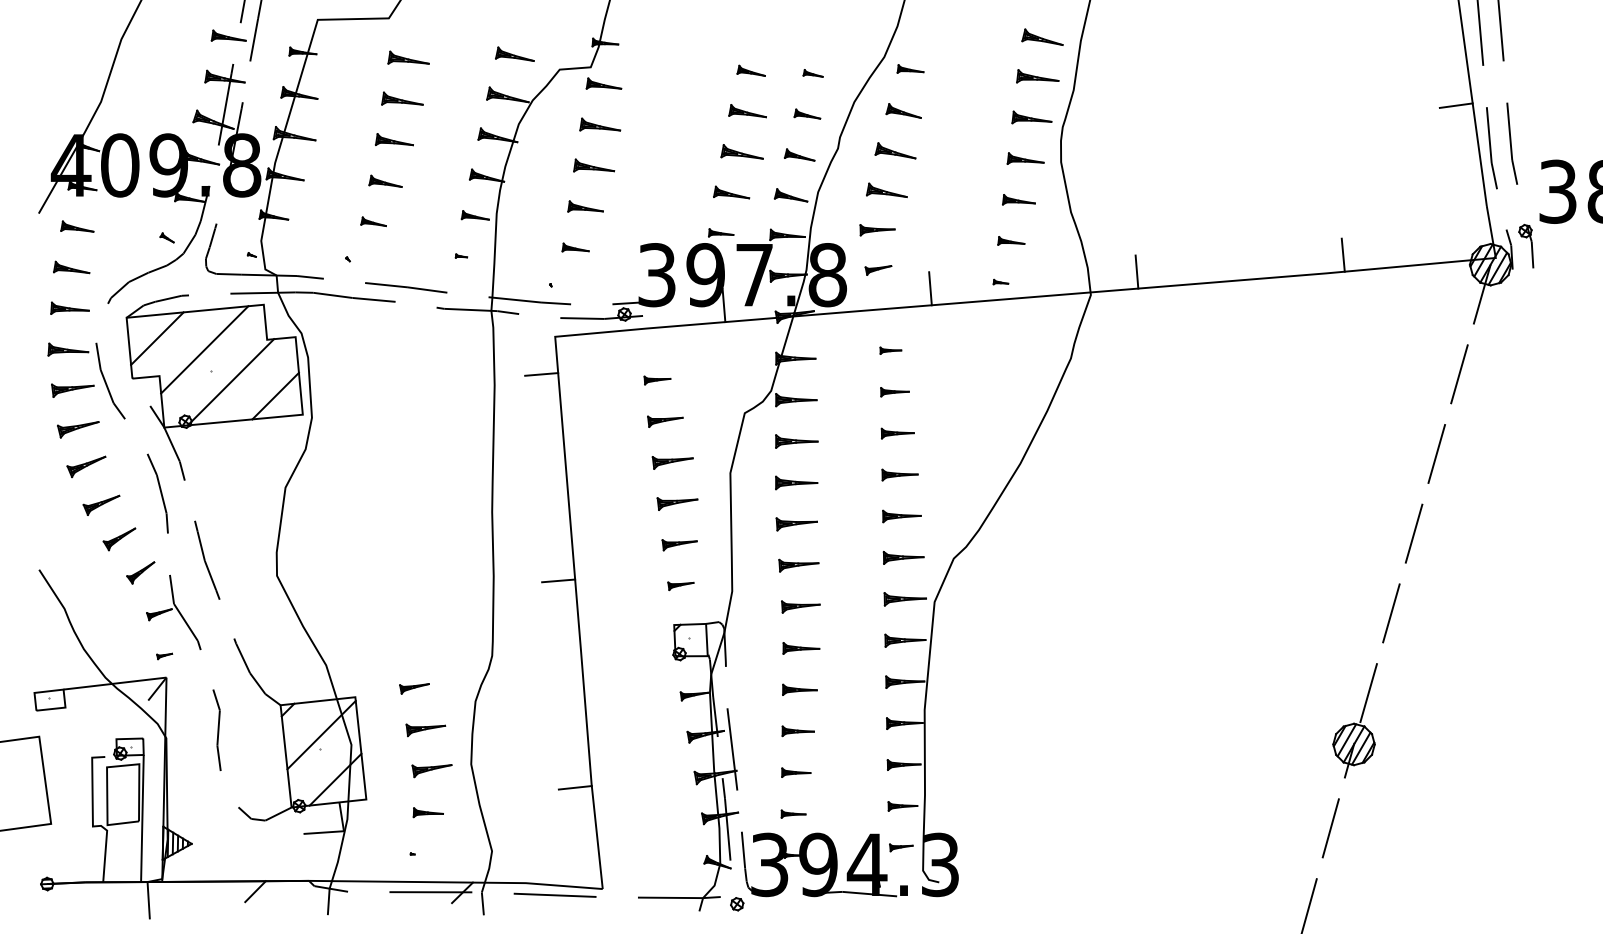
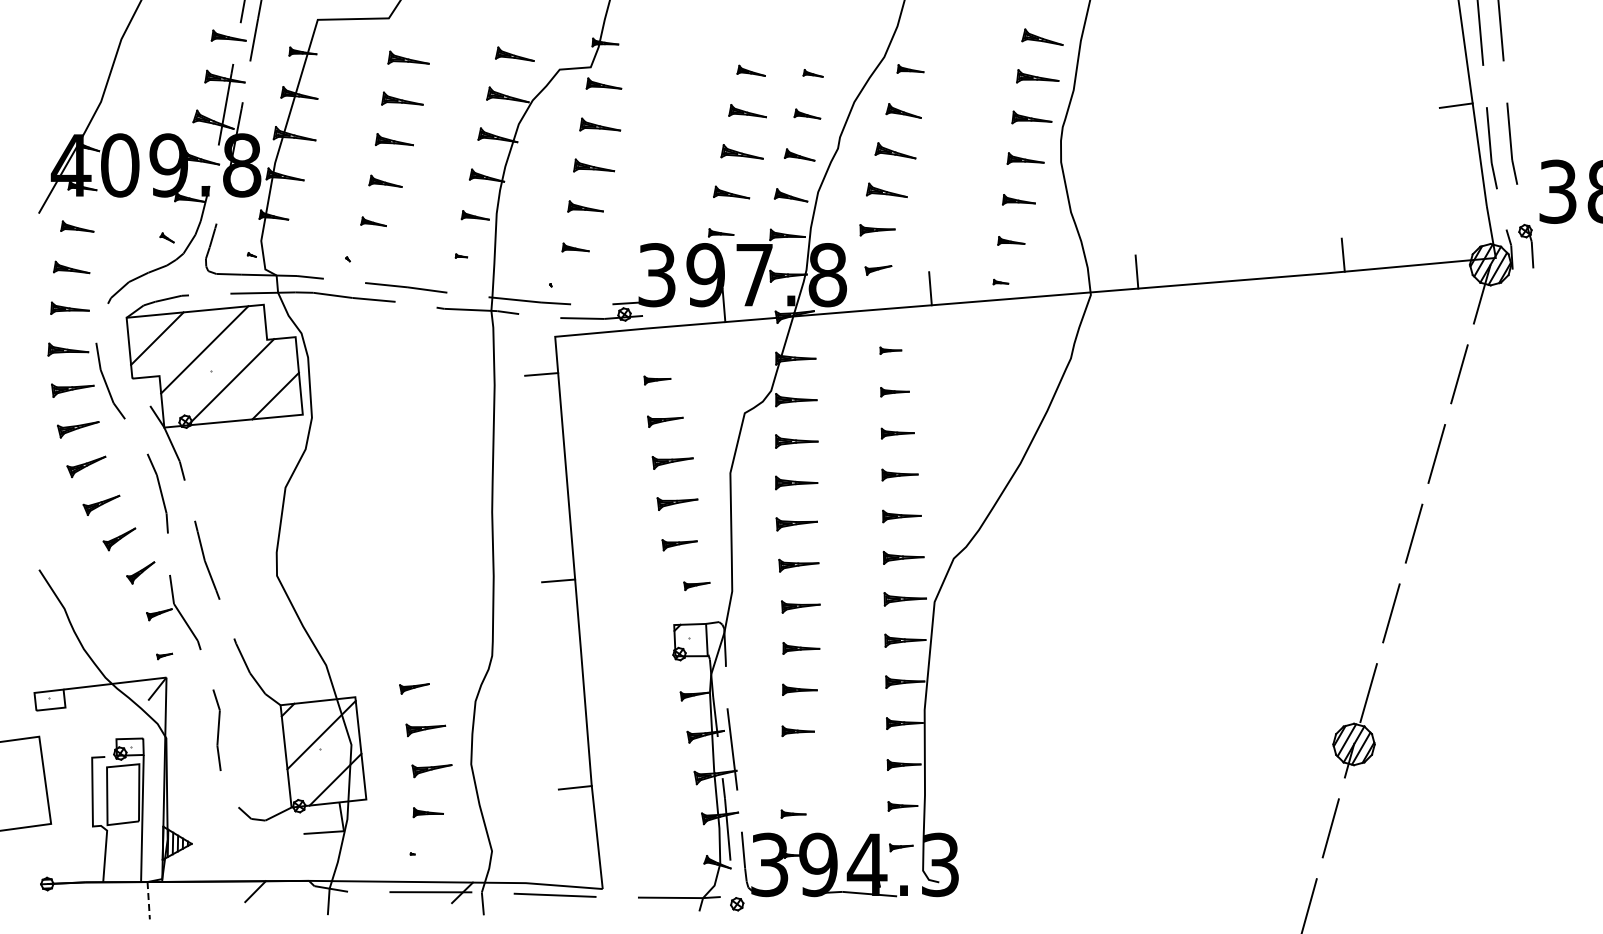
part at (680, 586) position: (680, 586) -> (696, 586)
part at (796, 772): present -> none
line at (148, 900): solid -> dashed
